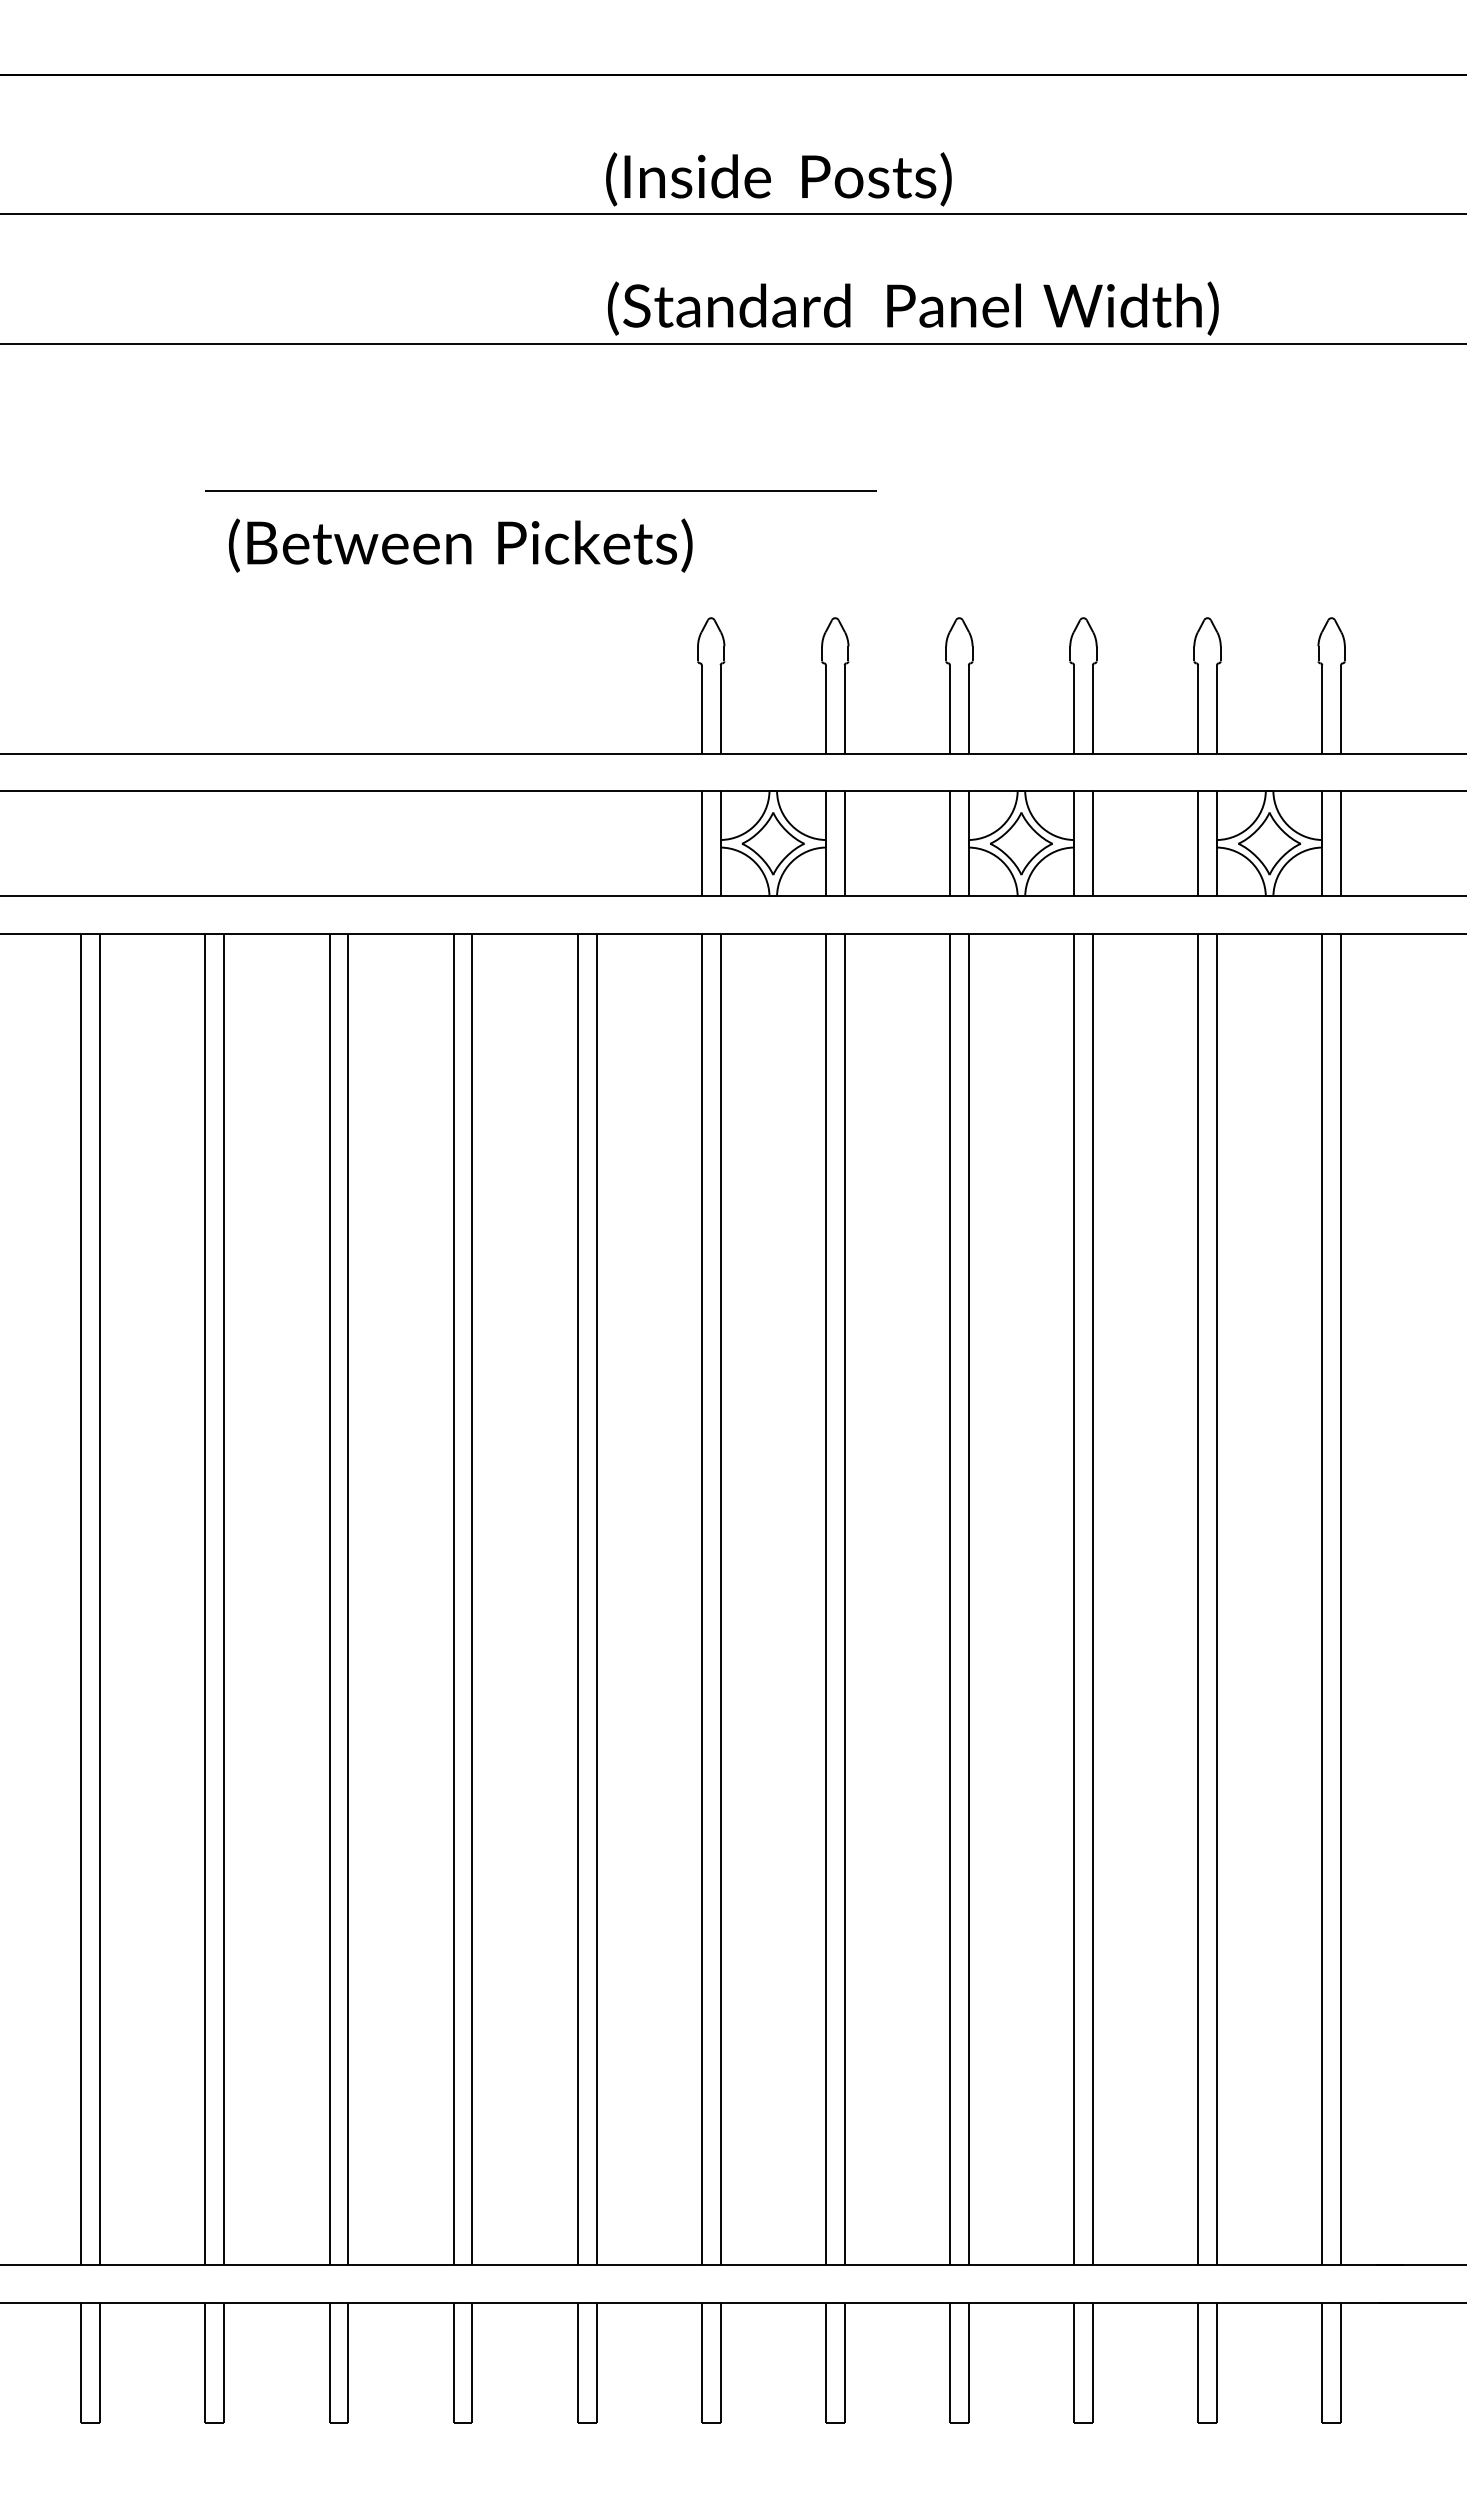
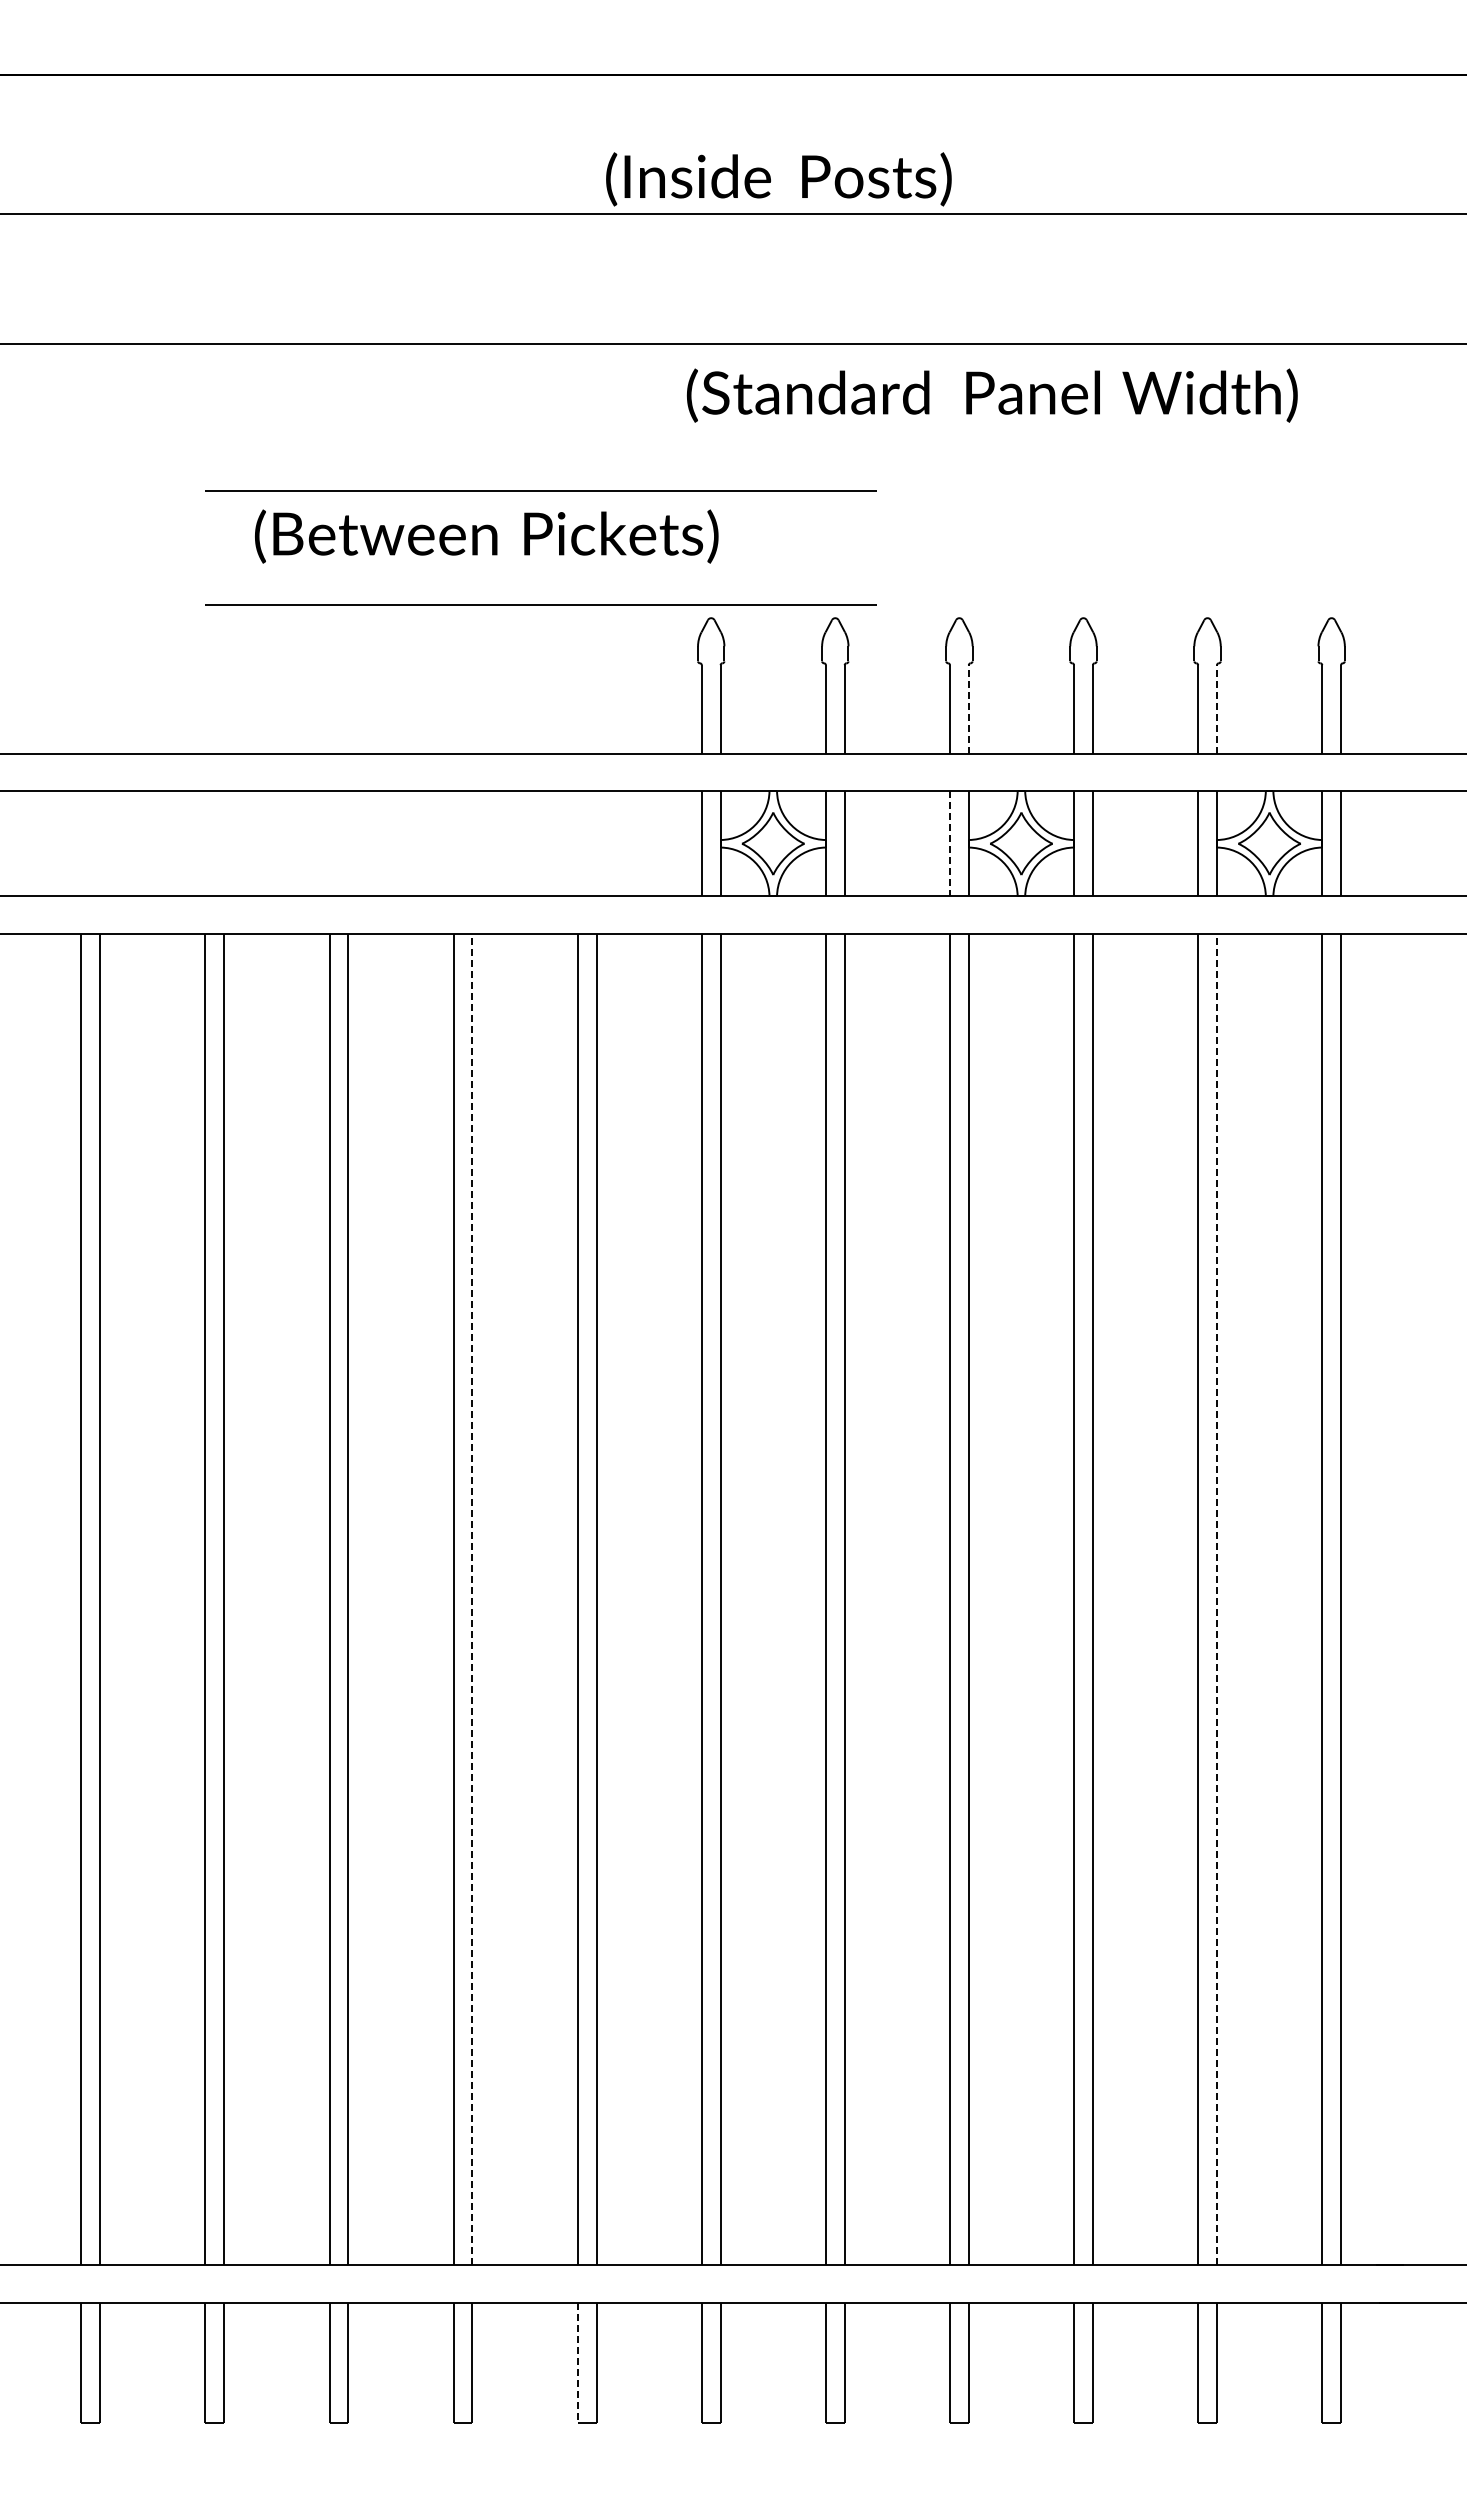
text at (913, 308) position: (913, 308) -> (992, 395)
text at (460, 545) position: (460, 545) -> (486, 536)
line at (540, 604): none -> present
line at (968, 708): solid -> dashed
line at (1216, 708): solid -> dashed
line at (950, 843): solid -> dashed
line at (472, 1599): solid -> dashed
line at (1216, 1599): solid -> dashed
line at (577, 2363): solid -> dashed
